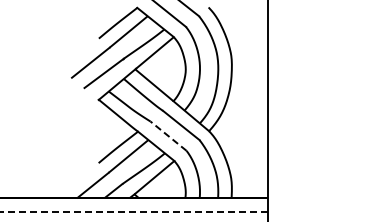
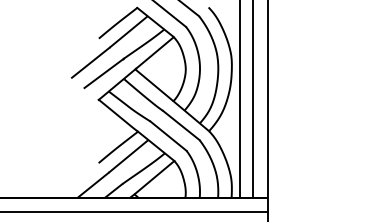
line at (240, 99): none -> present
line at (252, 99): none -> present
line at (168, 135): dashed -> solid
line at (134, 211): dashed -> solid
